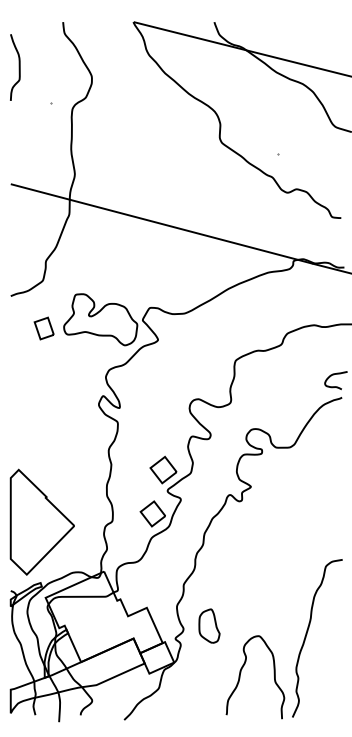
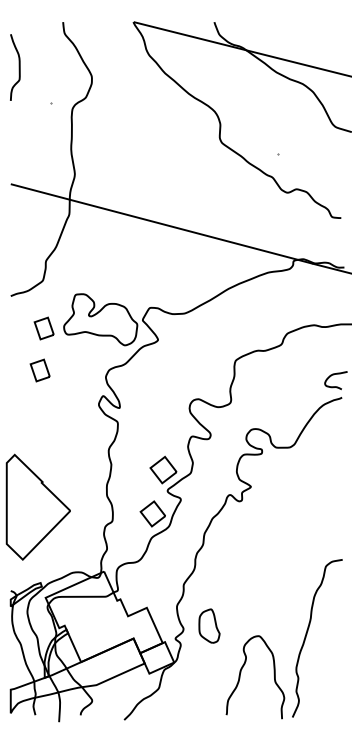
part at (39, 370): none -> present
part at (41, 521) position: (41, 521) -> (37, 506)
